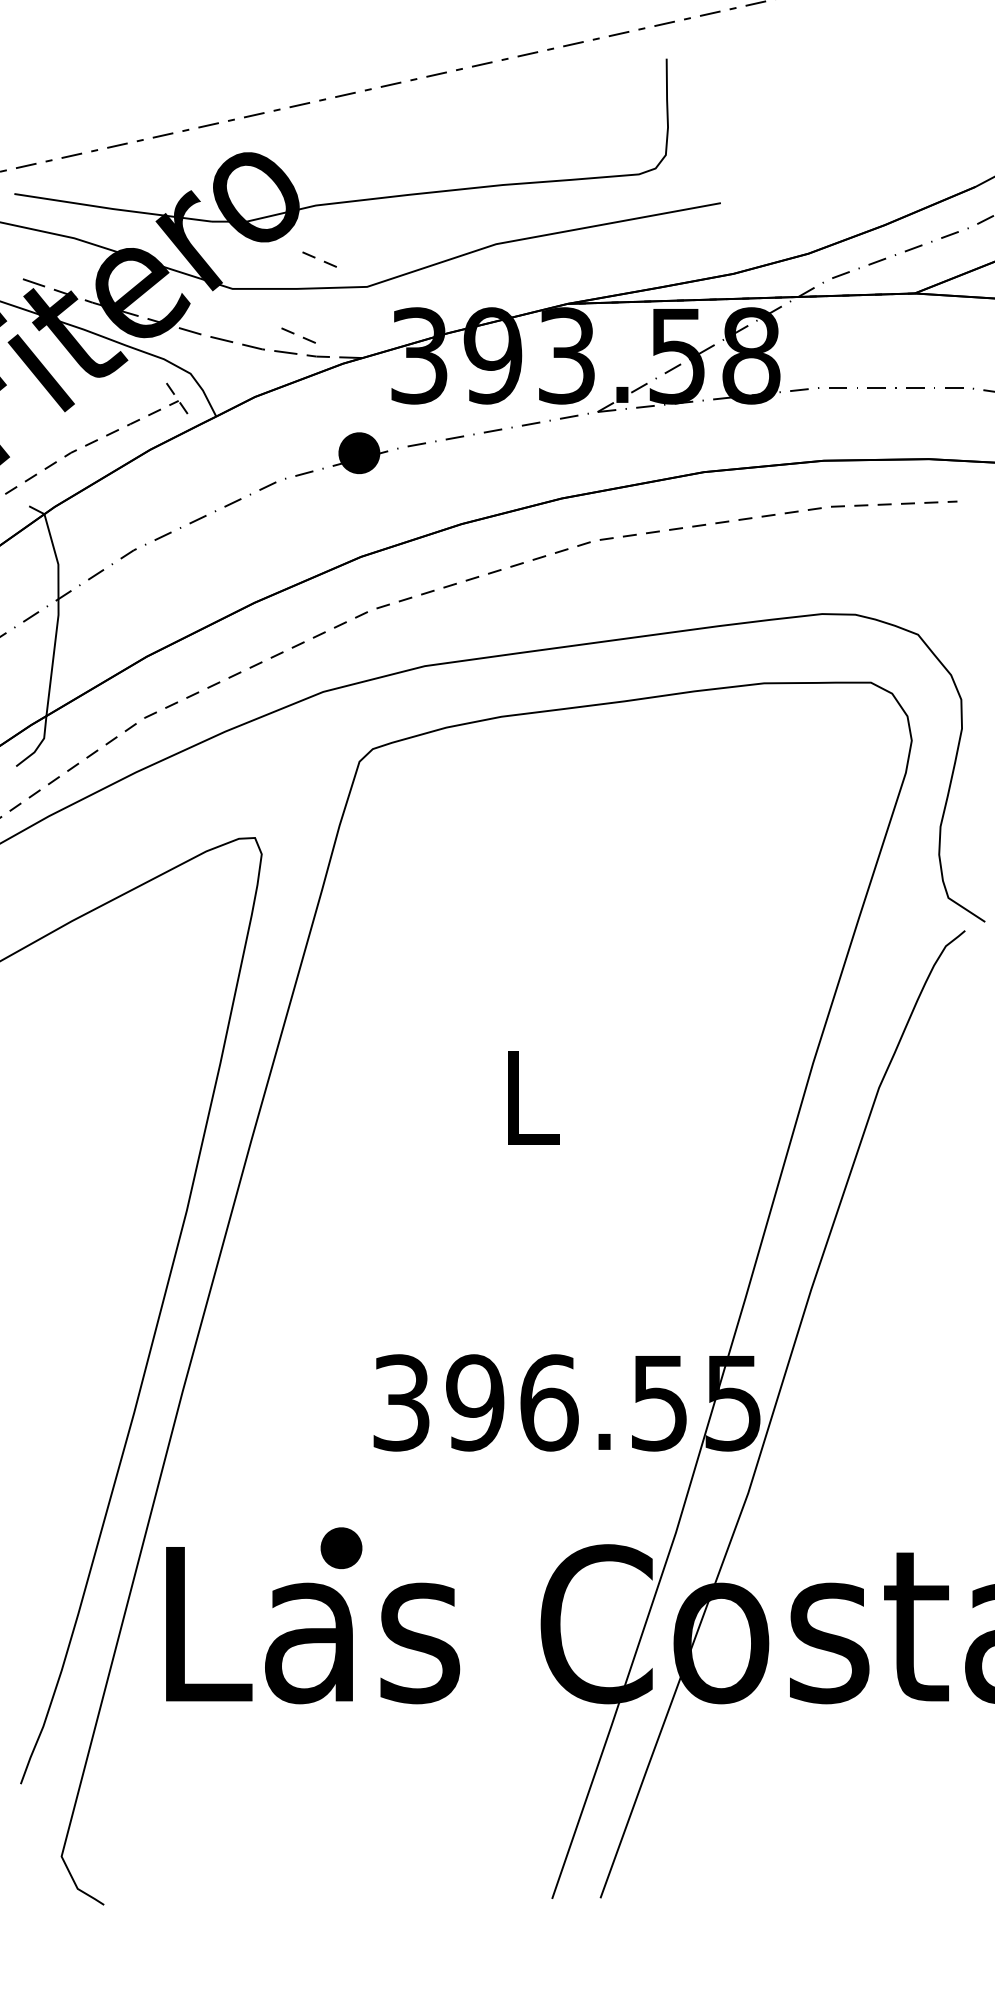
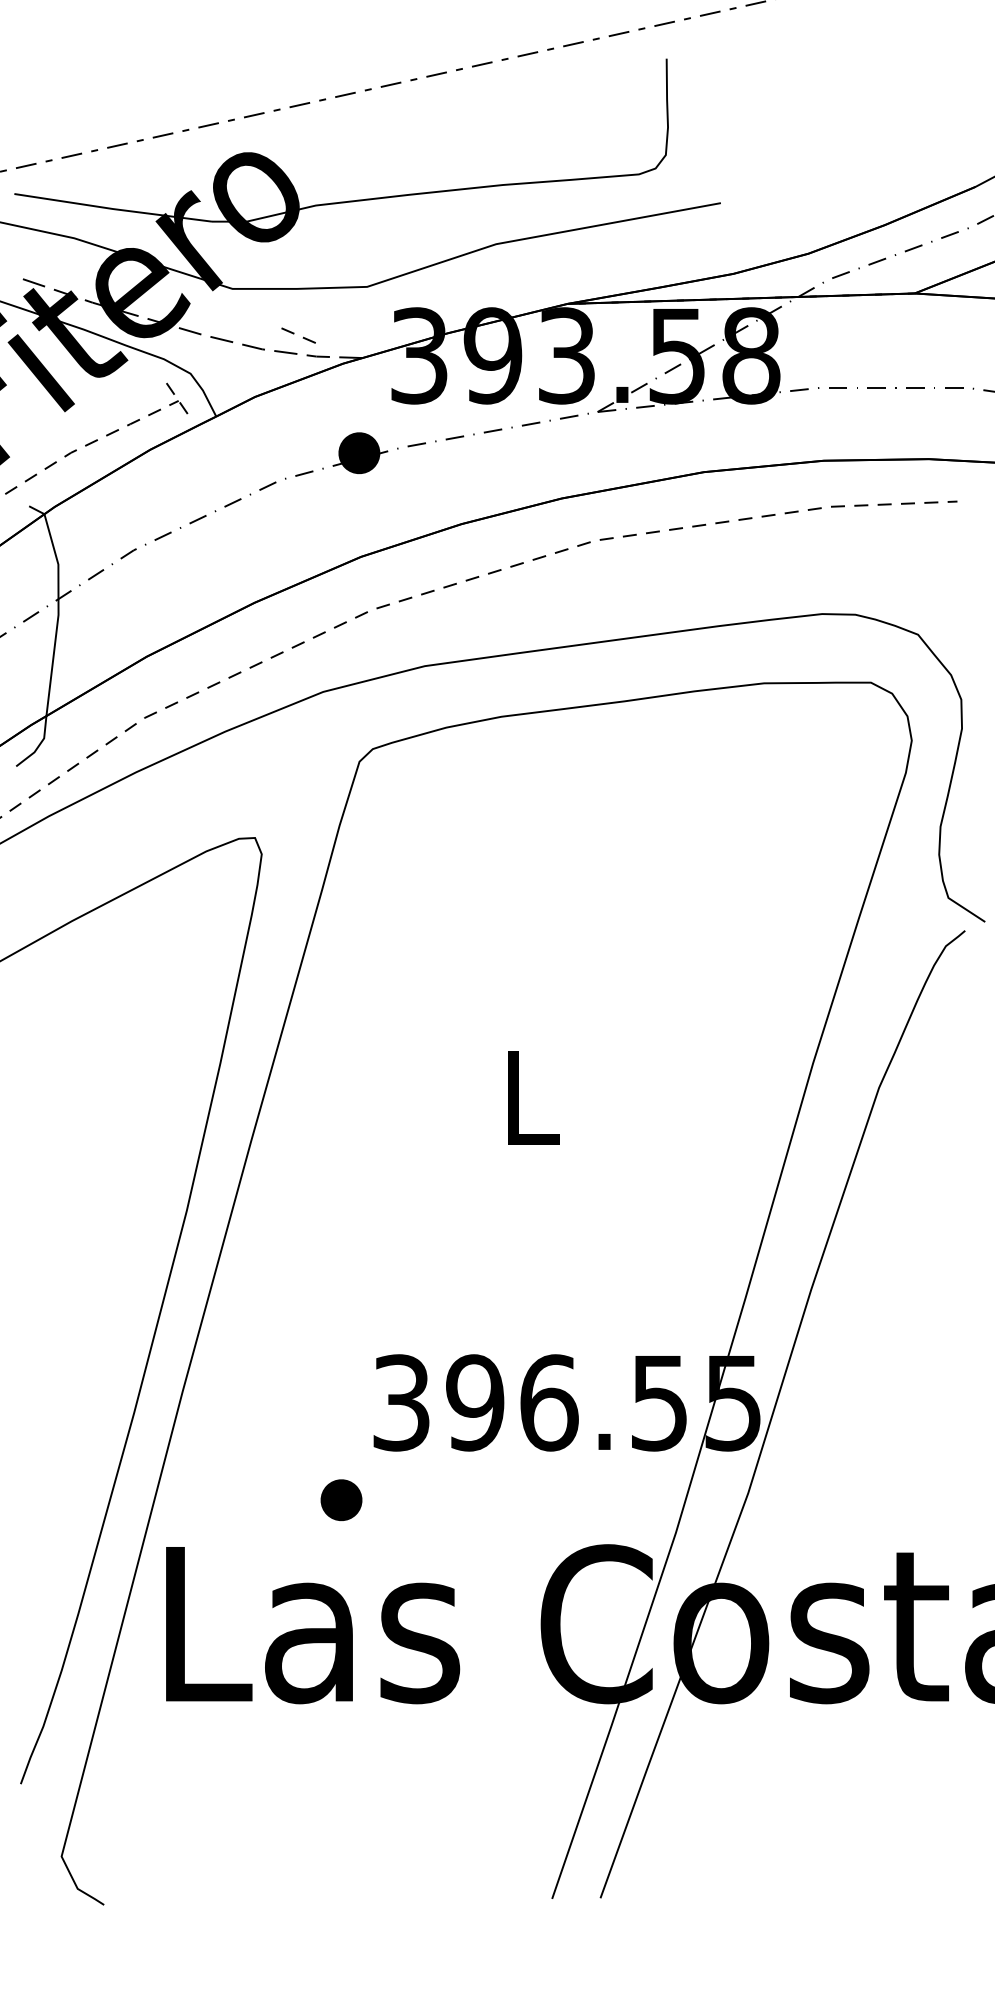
line at (315, 257): present -> none
part at (341, 1547) position: (341, 1547) -> (341, 1499)
